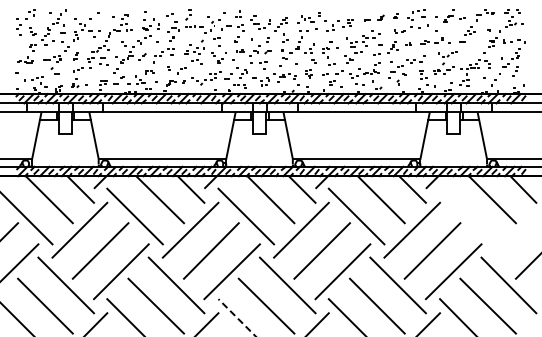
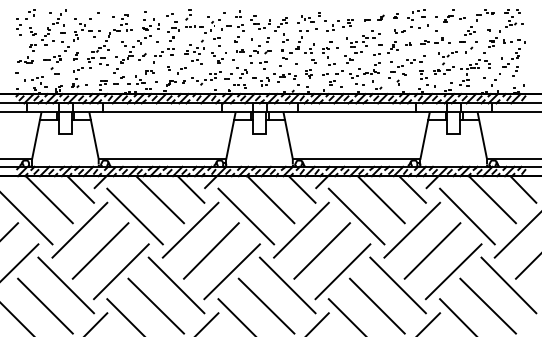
part at (471, 47): none -> present
line at (467, 216): none -> present
line at (516, 235): none -> present
line at (236, 317): dashed -> solid
